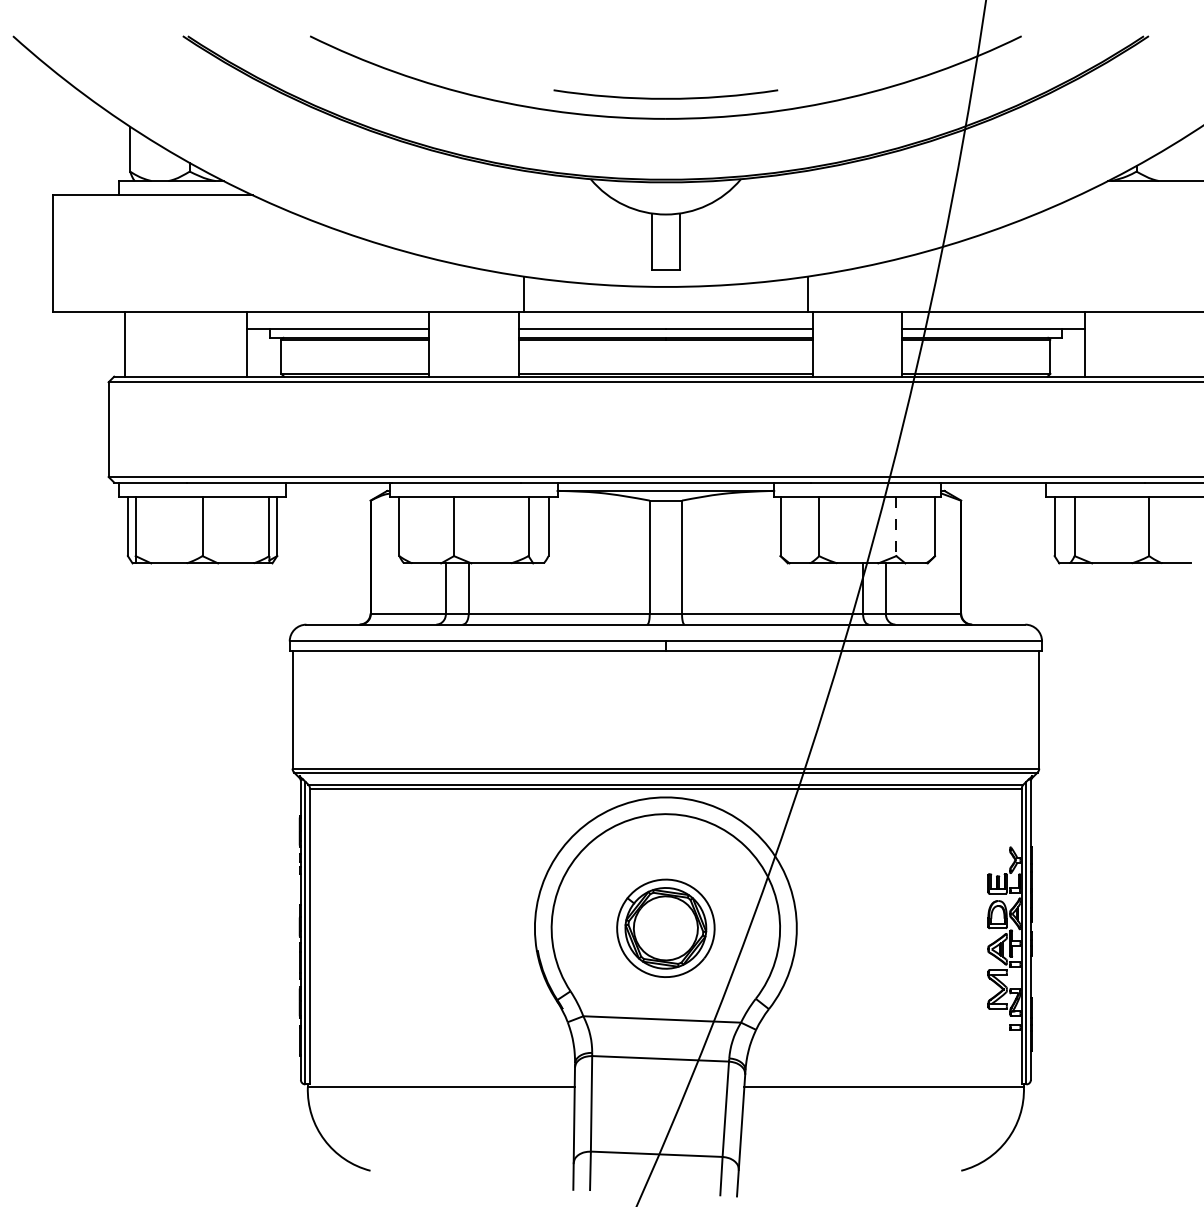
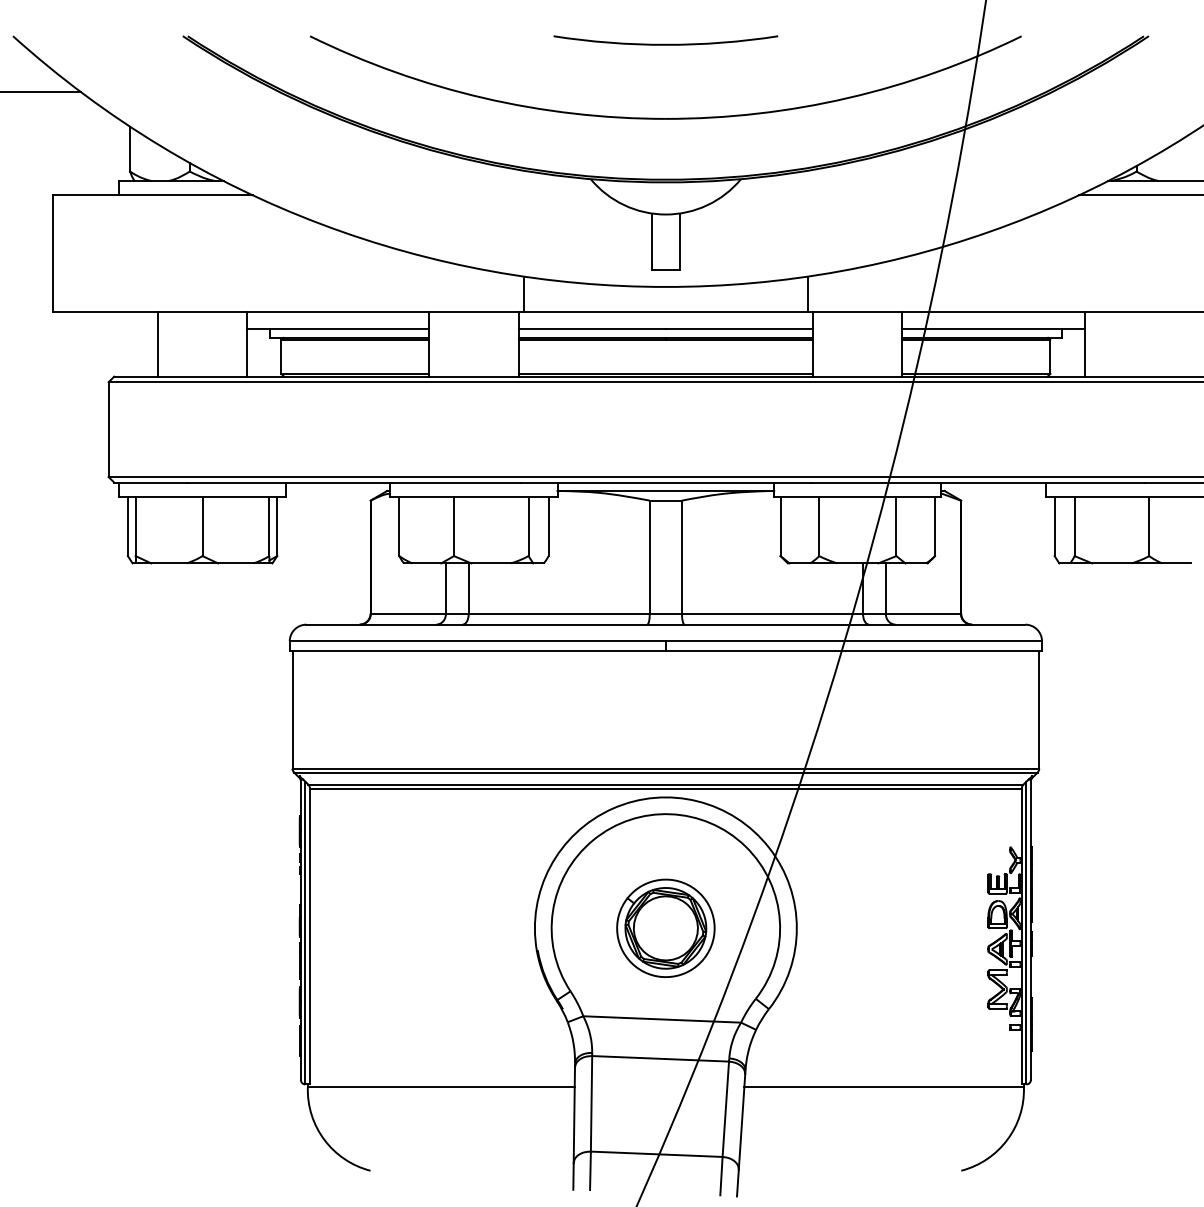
line at (41, 91): none -> present
arc at (665, 97) position: (665, 97) -> (665, 43)
line at (1139, 195): none -> present
line at (125, 344) position: (125, 344) -> (158, 344)
line at (896, 526): dashed -> solid
